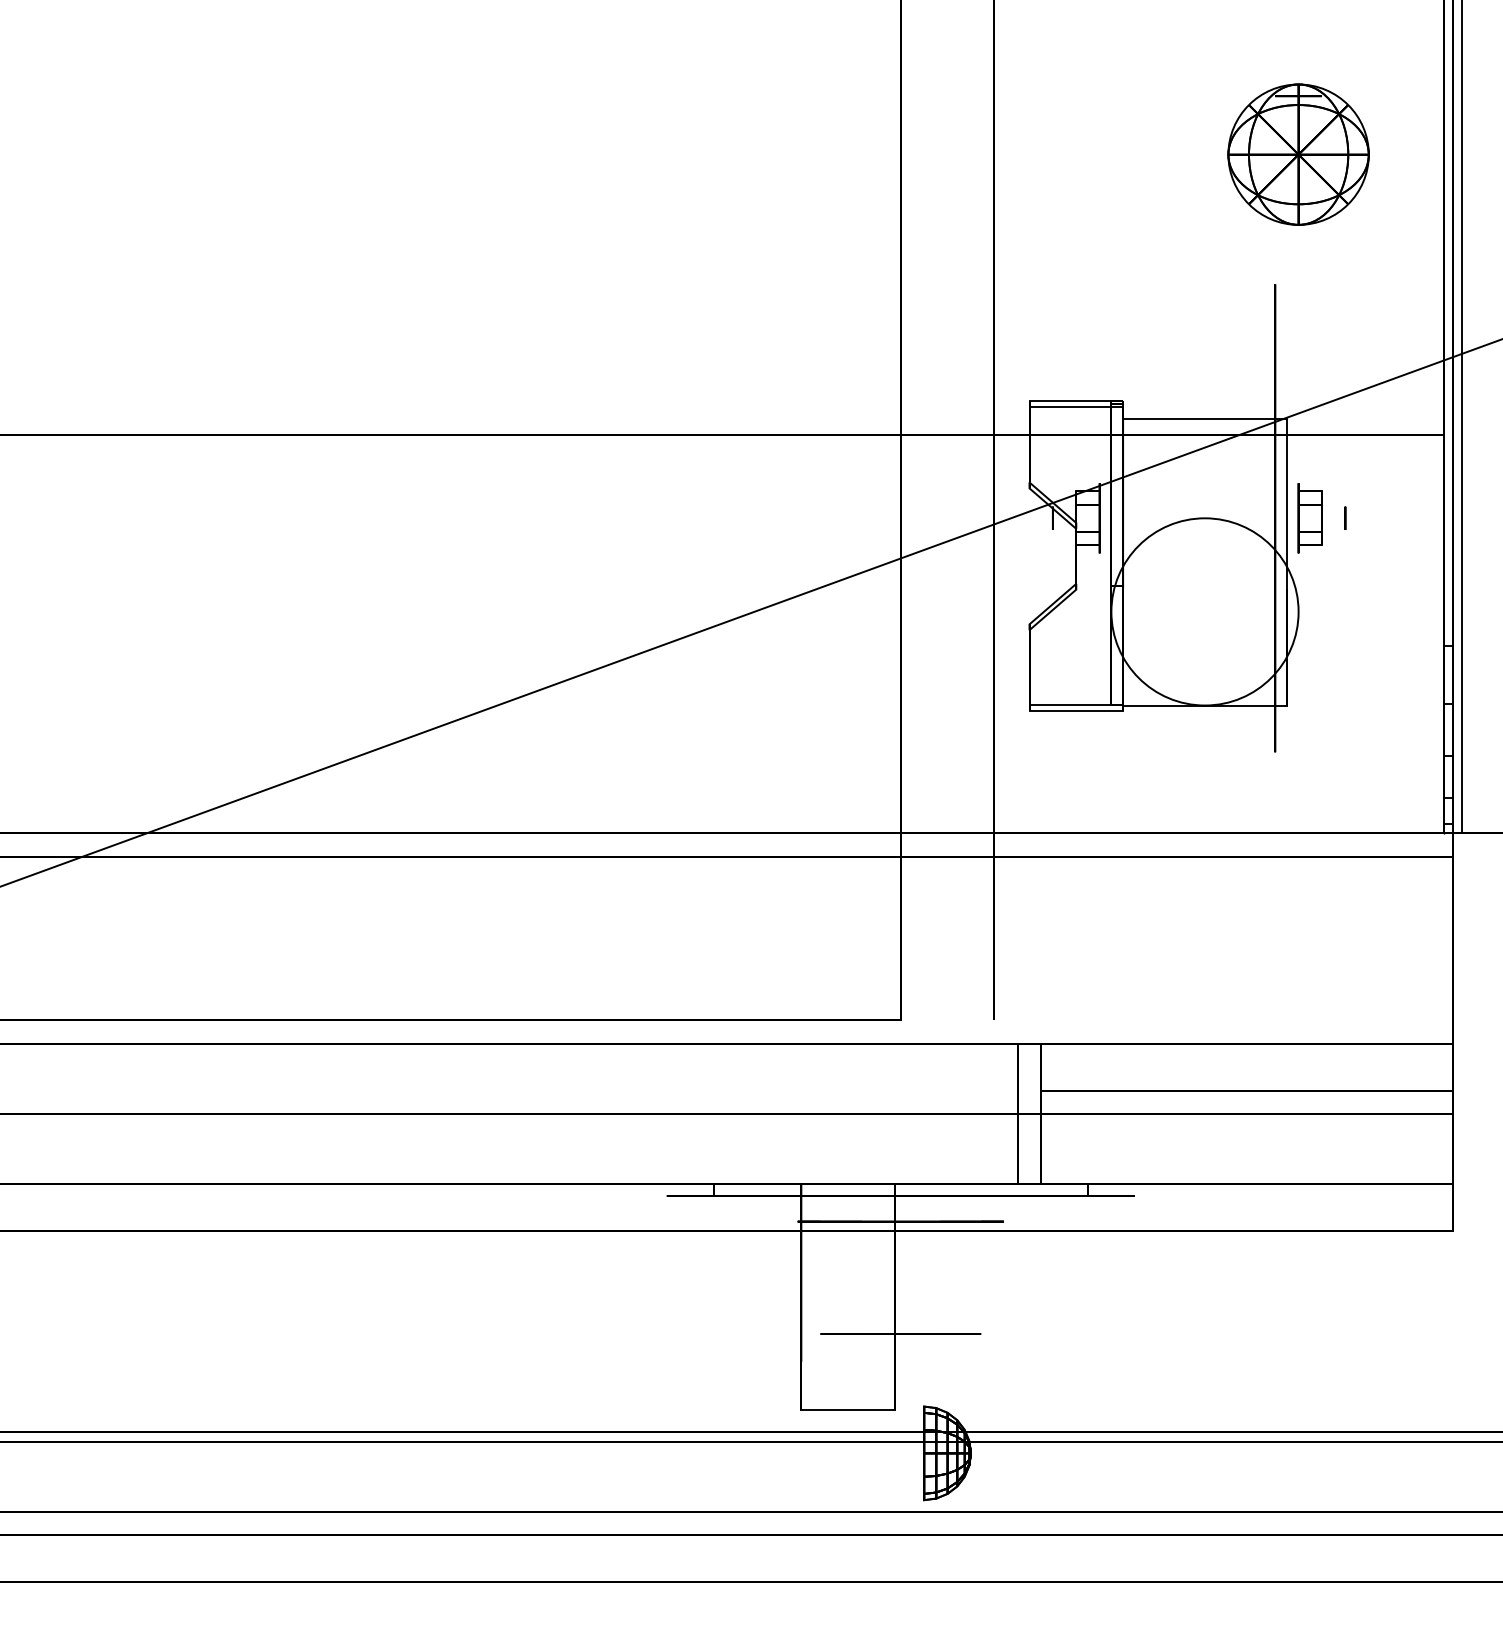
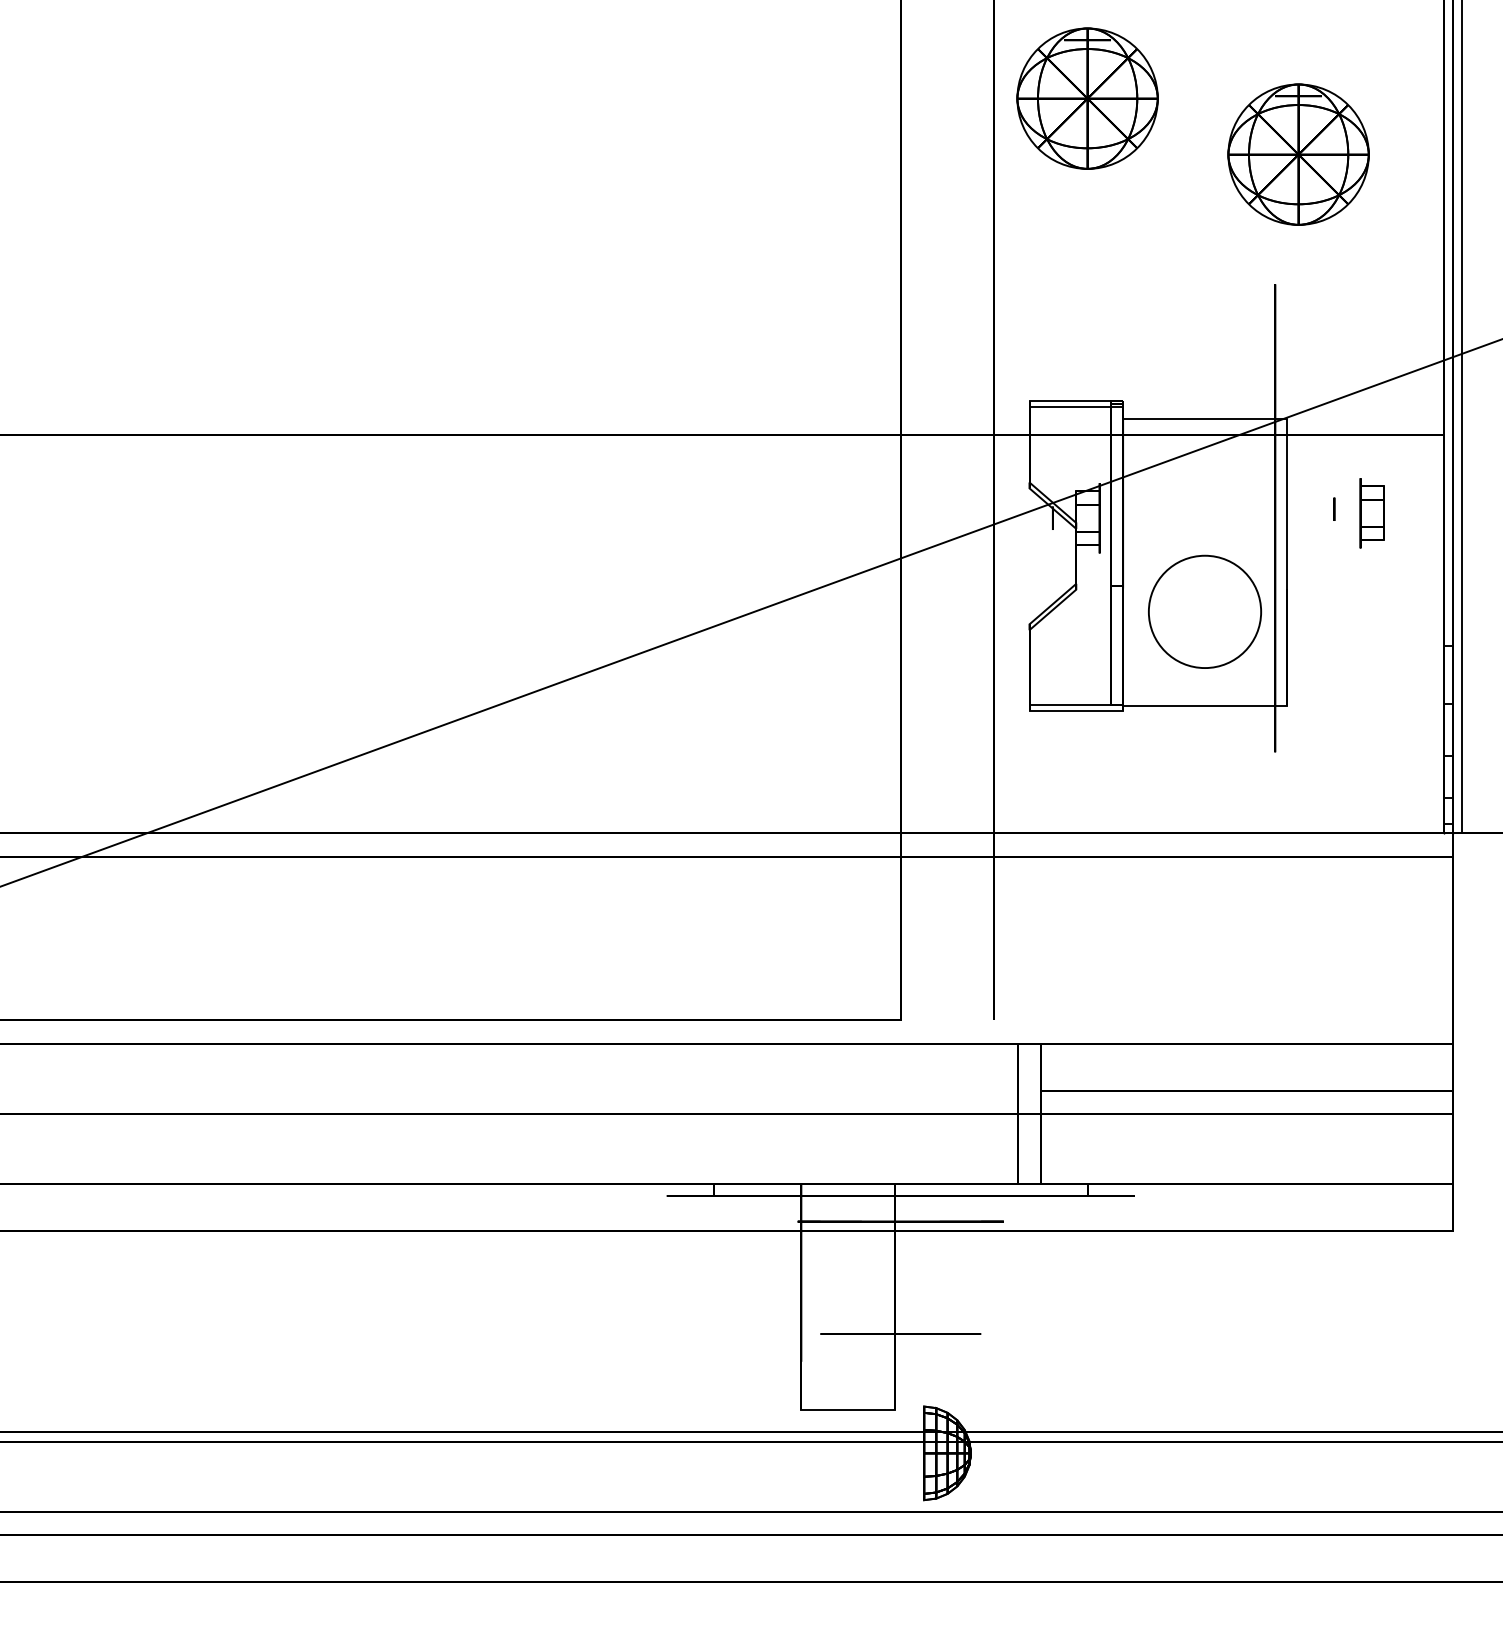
part at (1087, 98): none -> present
circle at (1345, 517) position: (1345, 517) -> (1334, 508)
part at (1309, 518) position: (1309, 518) -> (1371, 513)
circle at (1204, 611) diameter: 187 px -> 112 px
